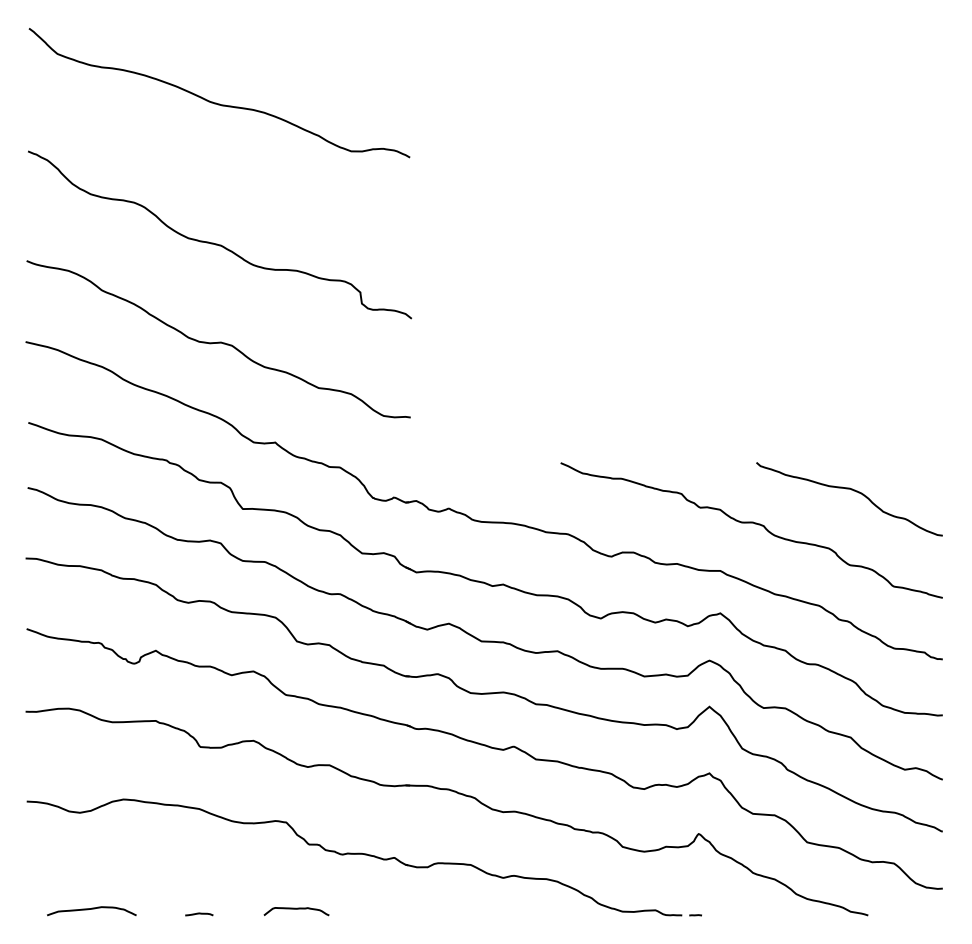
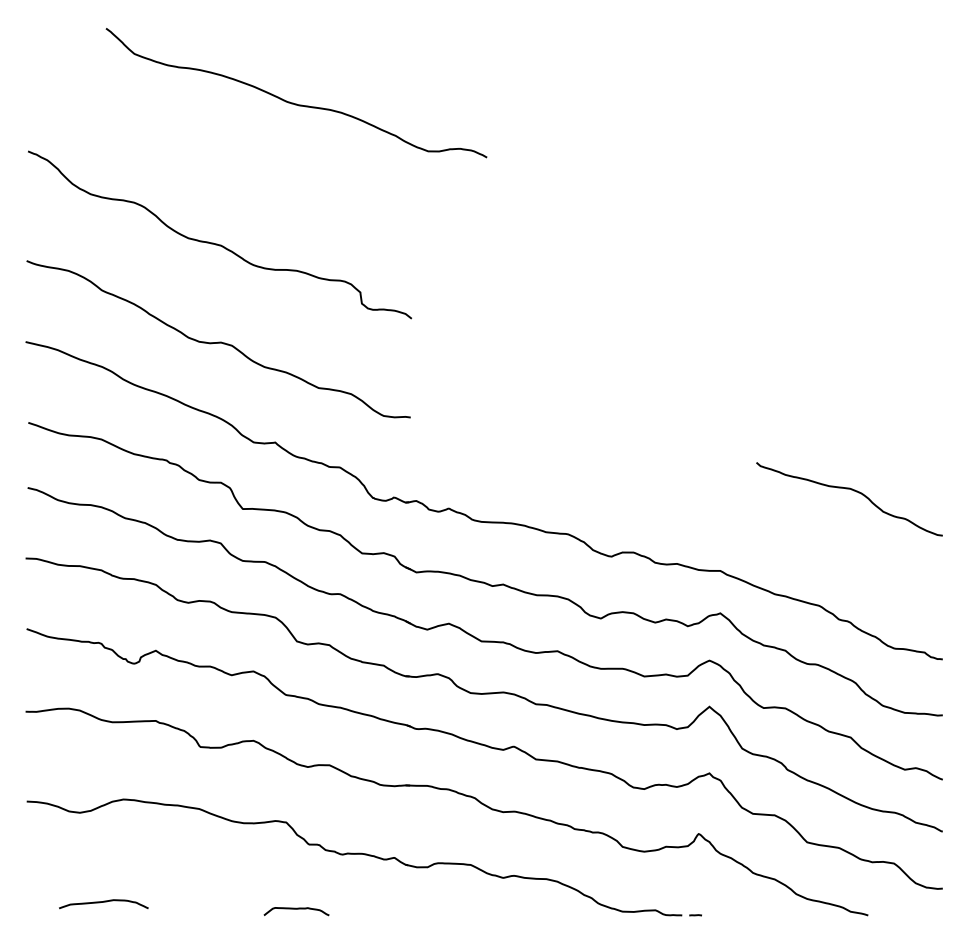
curve at (216, 102) position: (216, 102) -> (293, 102)
curve at (751, 523): present -> none
curve at (91, 909) position: (91, 909) -> (103, 902)
curve at (199, 914): present -> none
